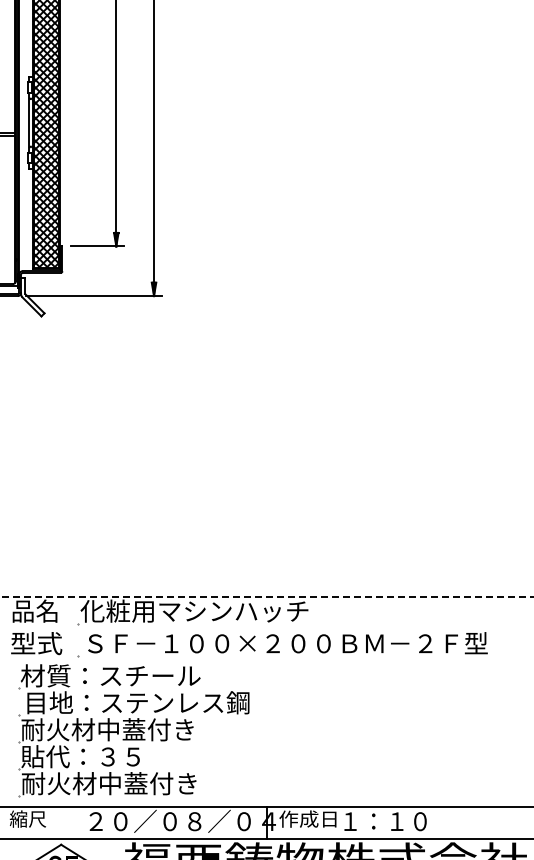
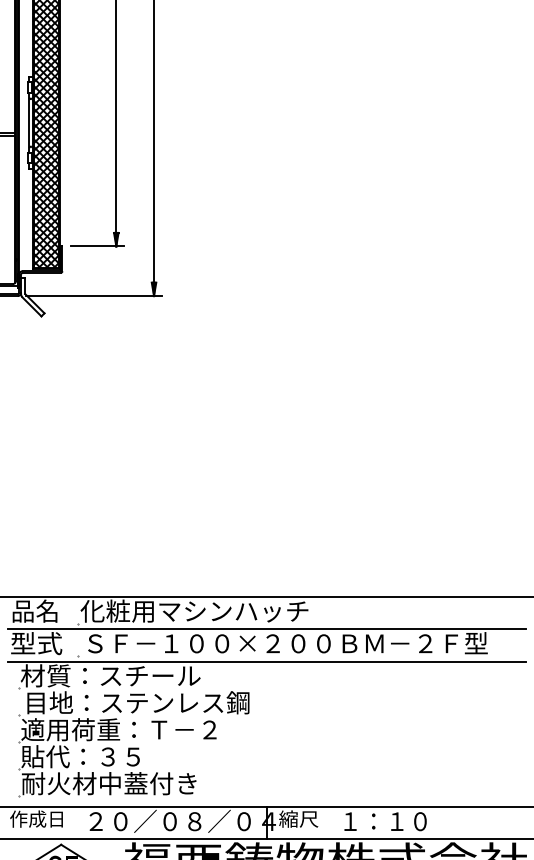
line at (266, 596): dashed -> solid
line at (266, 629): none -> present
line at (266, 661): none -> present
text at (118, 729): 耐火材中蓋付き -> 適用荷重：Ｔ－２
text at (35, 818): 縮尺 -> 作成日
text at (307, 818): 作成日 -> 縮尺
